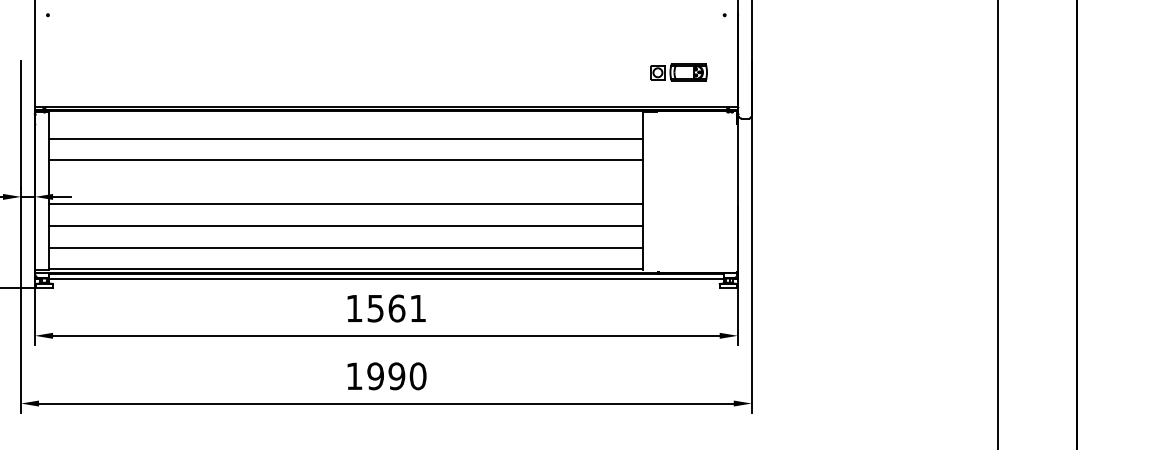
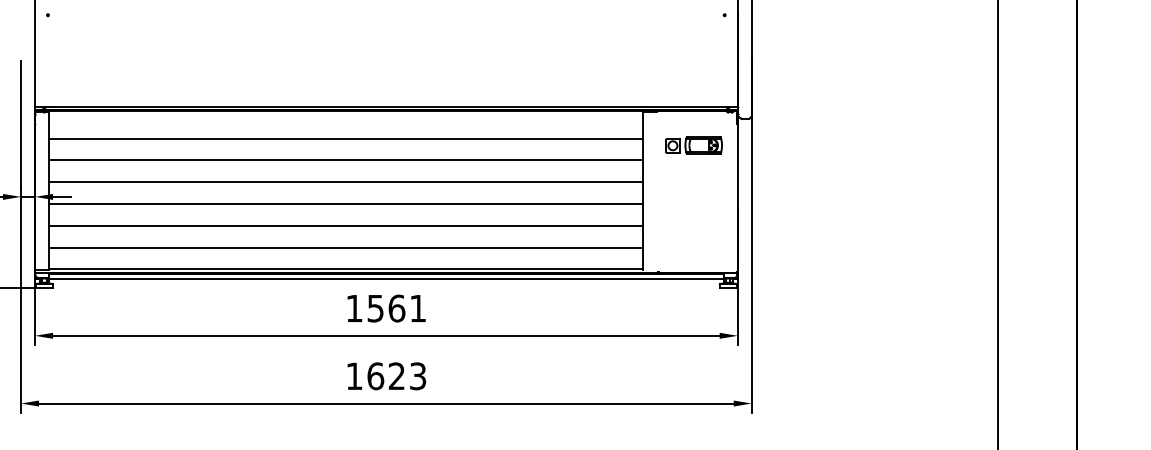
part at (678, 72) position: (678, 72) -> (693, 145)
line at (345, 182): none -> present
text at (396, 376): 1990 -> 1623
